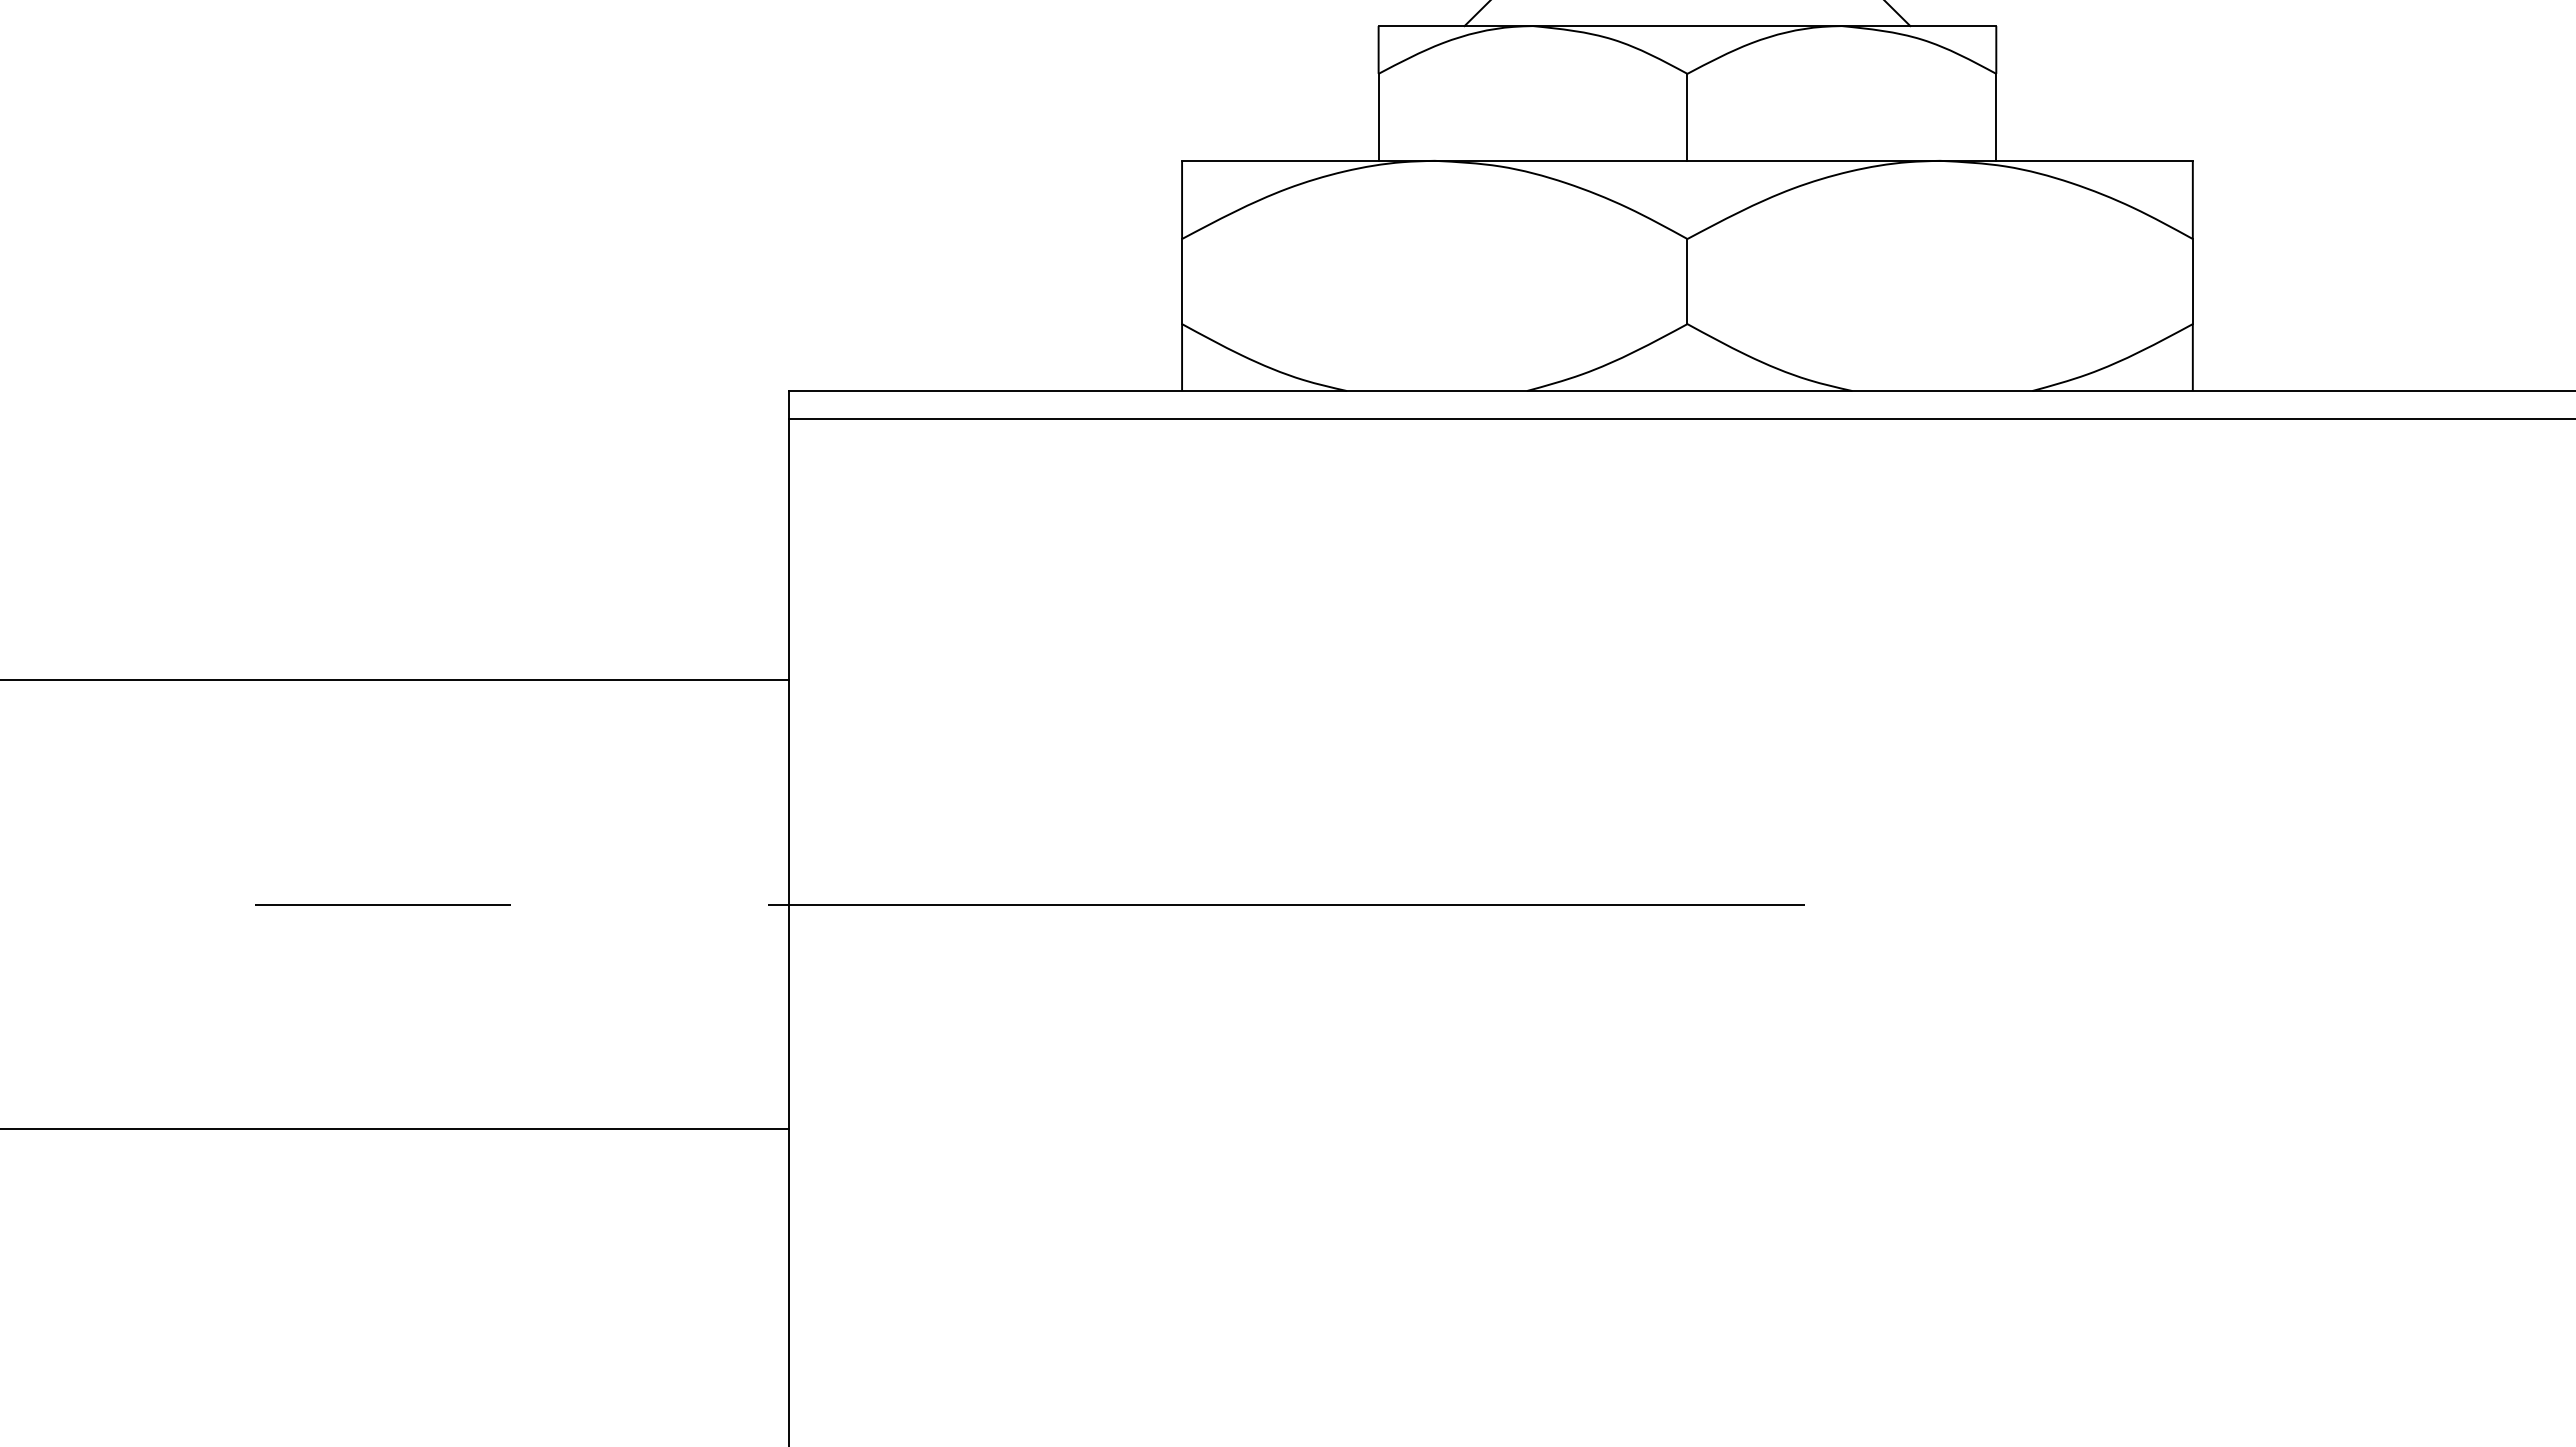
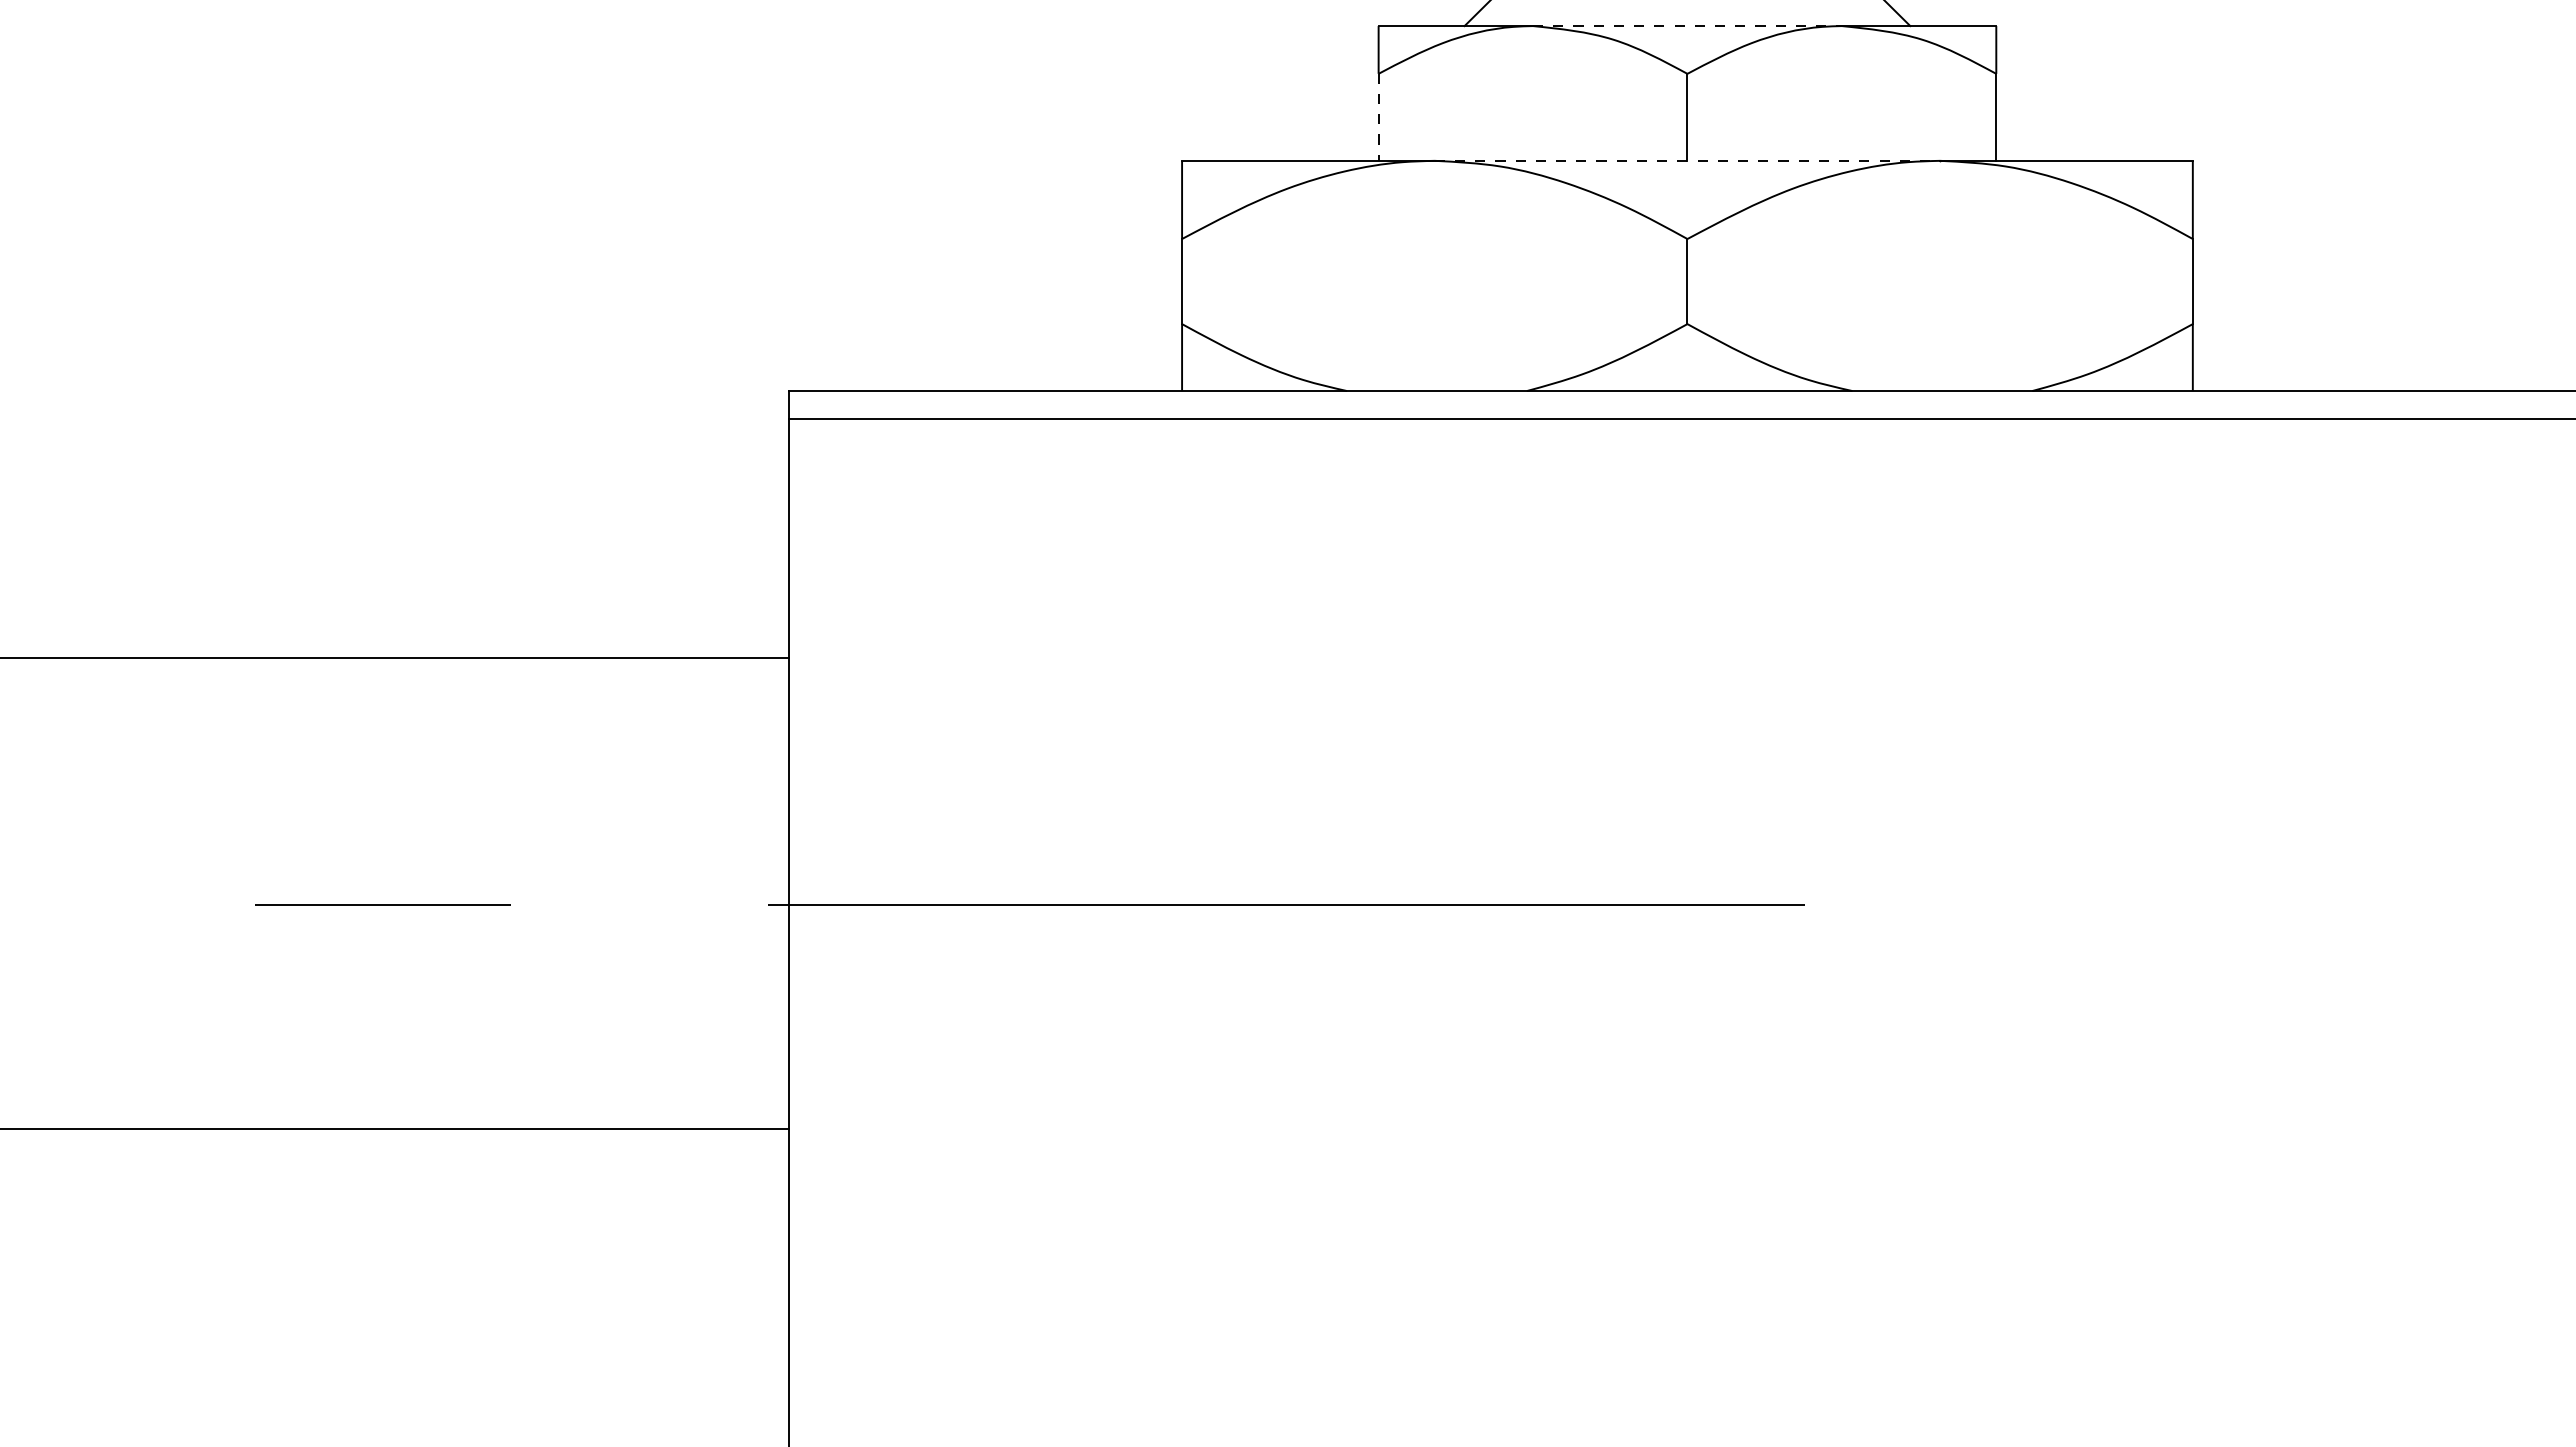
line at (1687, 26): solid -> dashed
line at (1378, 117): solid -> dashed
line at (1687, 160): solid -> dashed
line at (395, 680) position: (395, 680) -> (395, 658)
